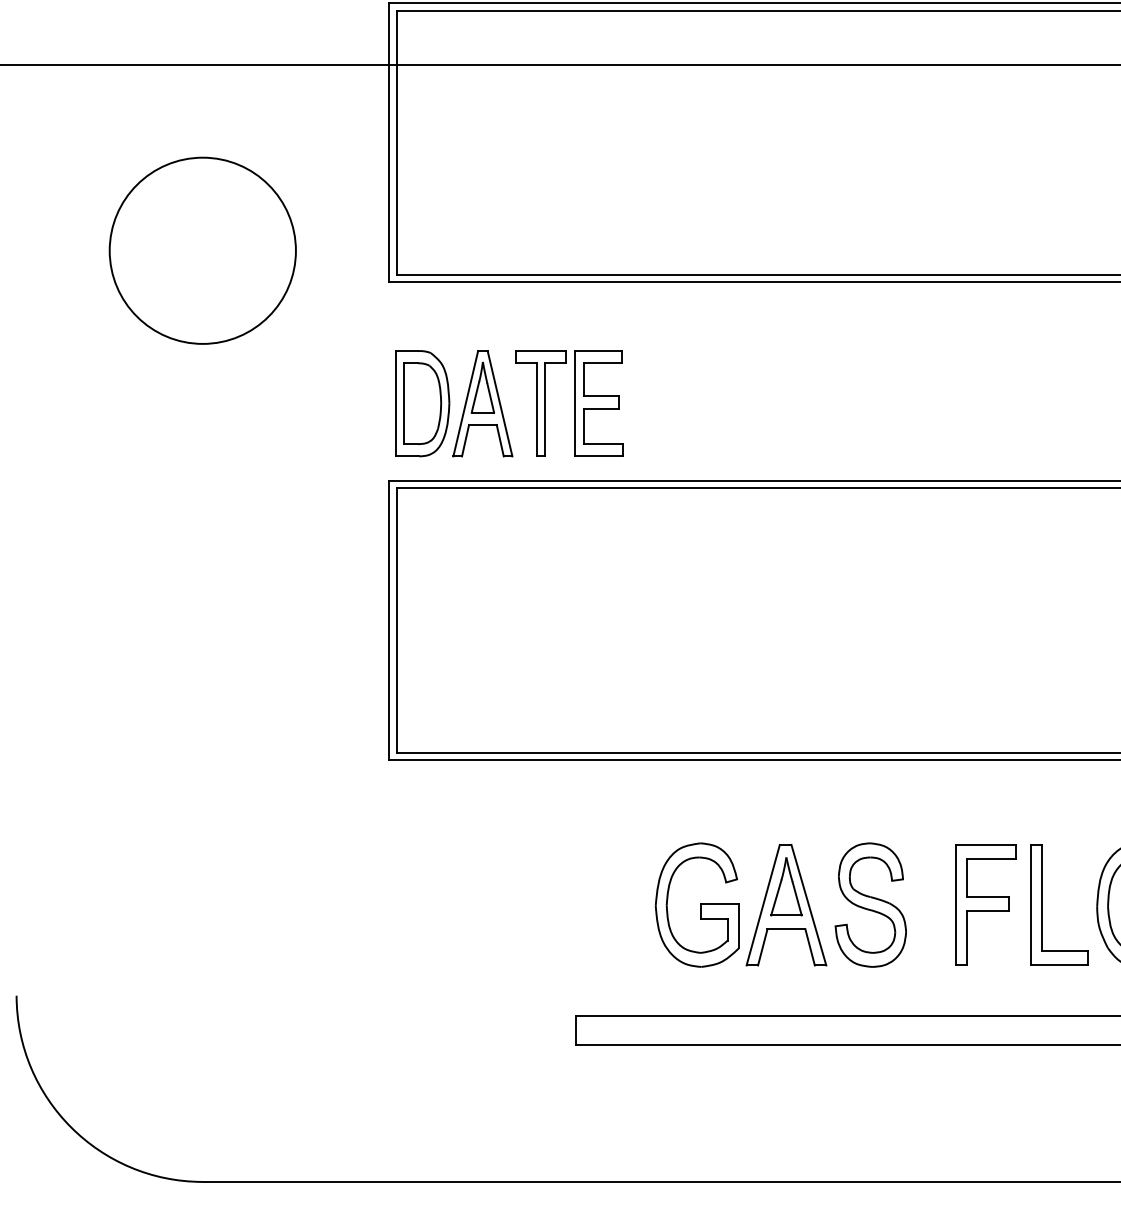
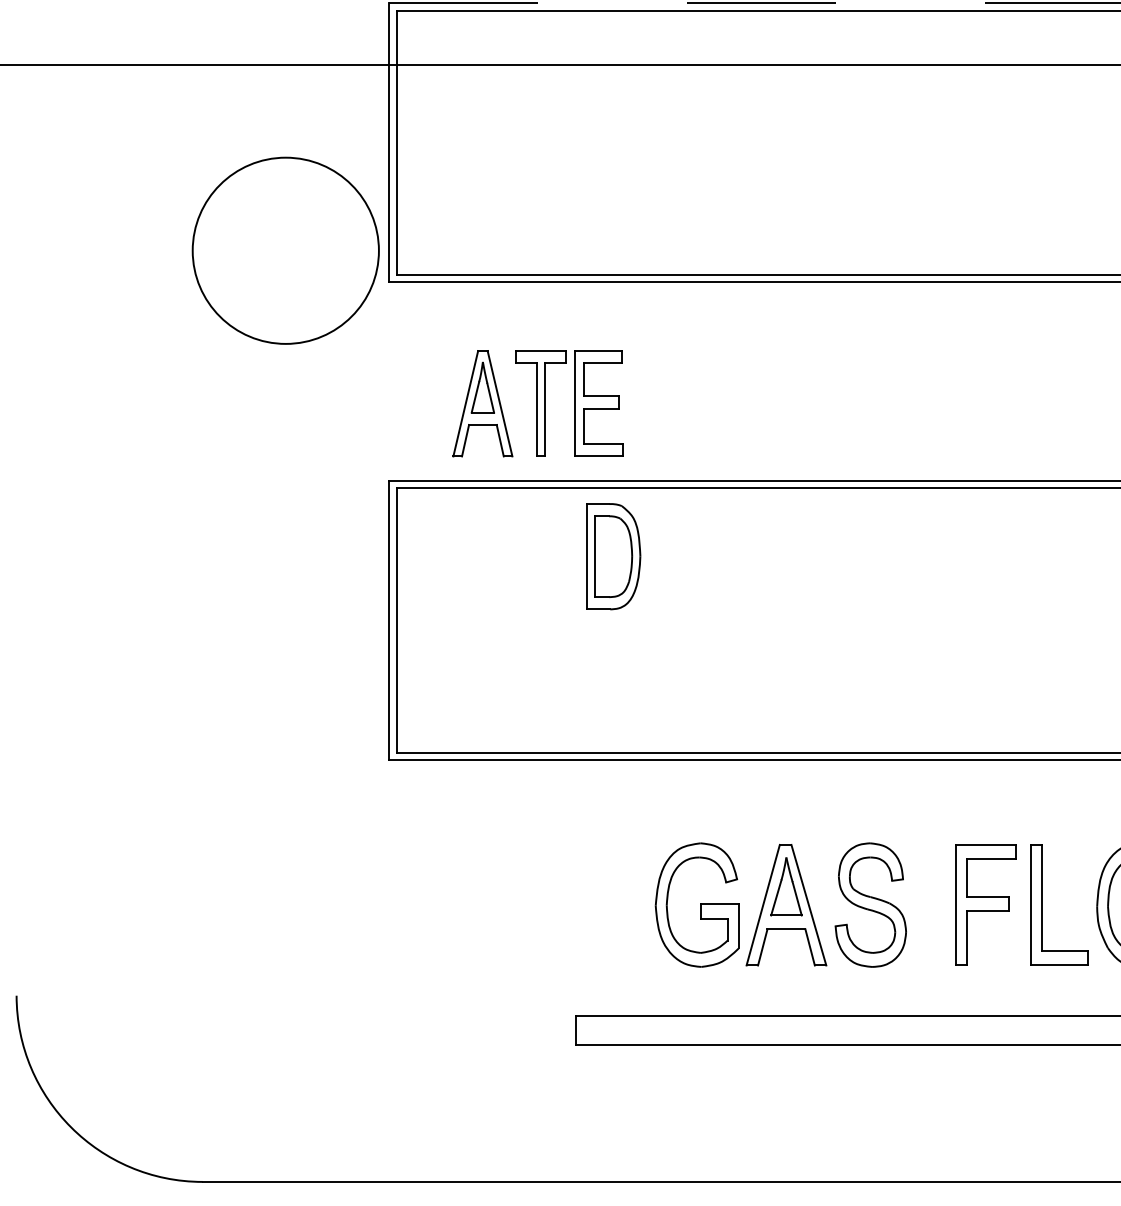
line at (755, 3): solid -> dashed
circle at (202, 250) position: (202, 250) -> (285, 250)
part at (422, 403) position: (422, 403) -> (613, 556)
